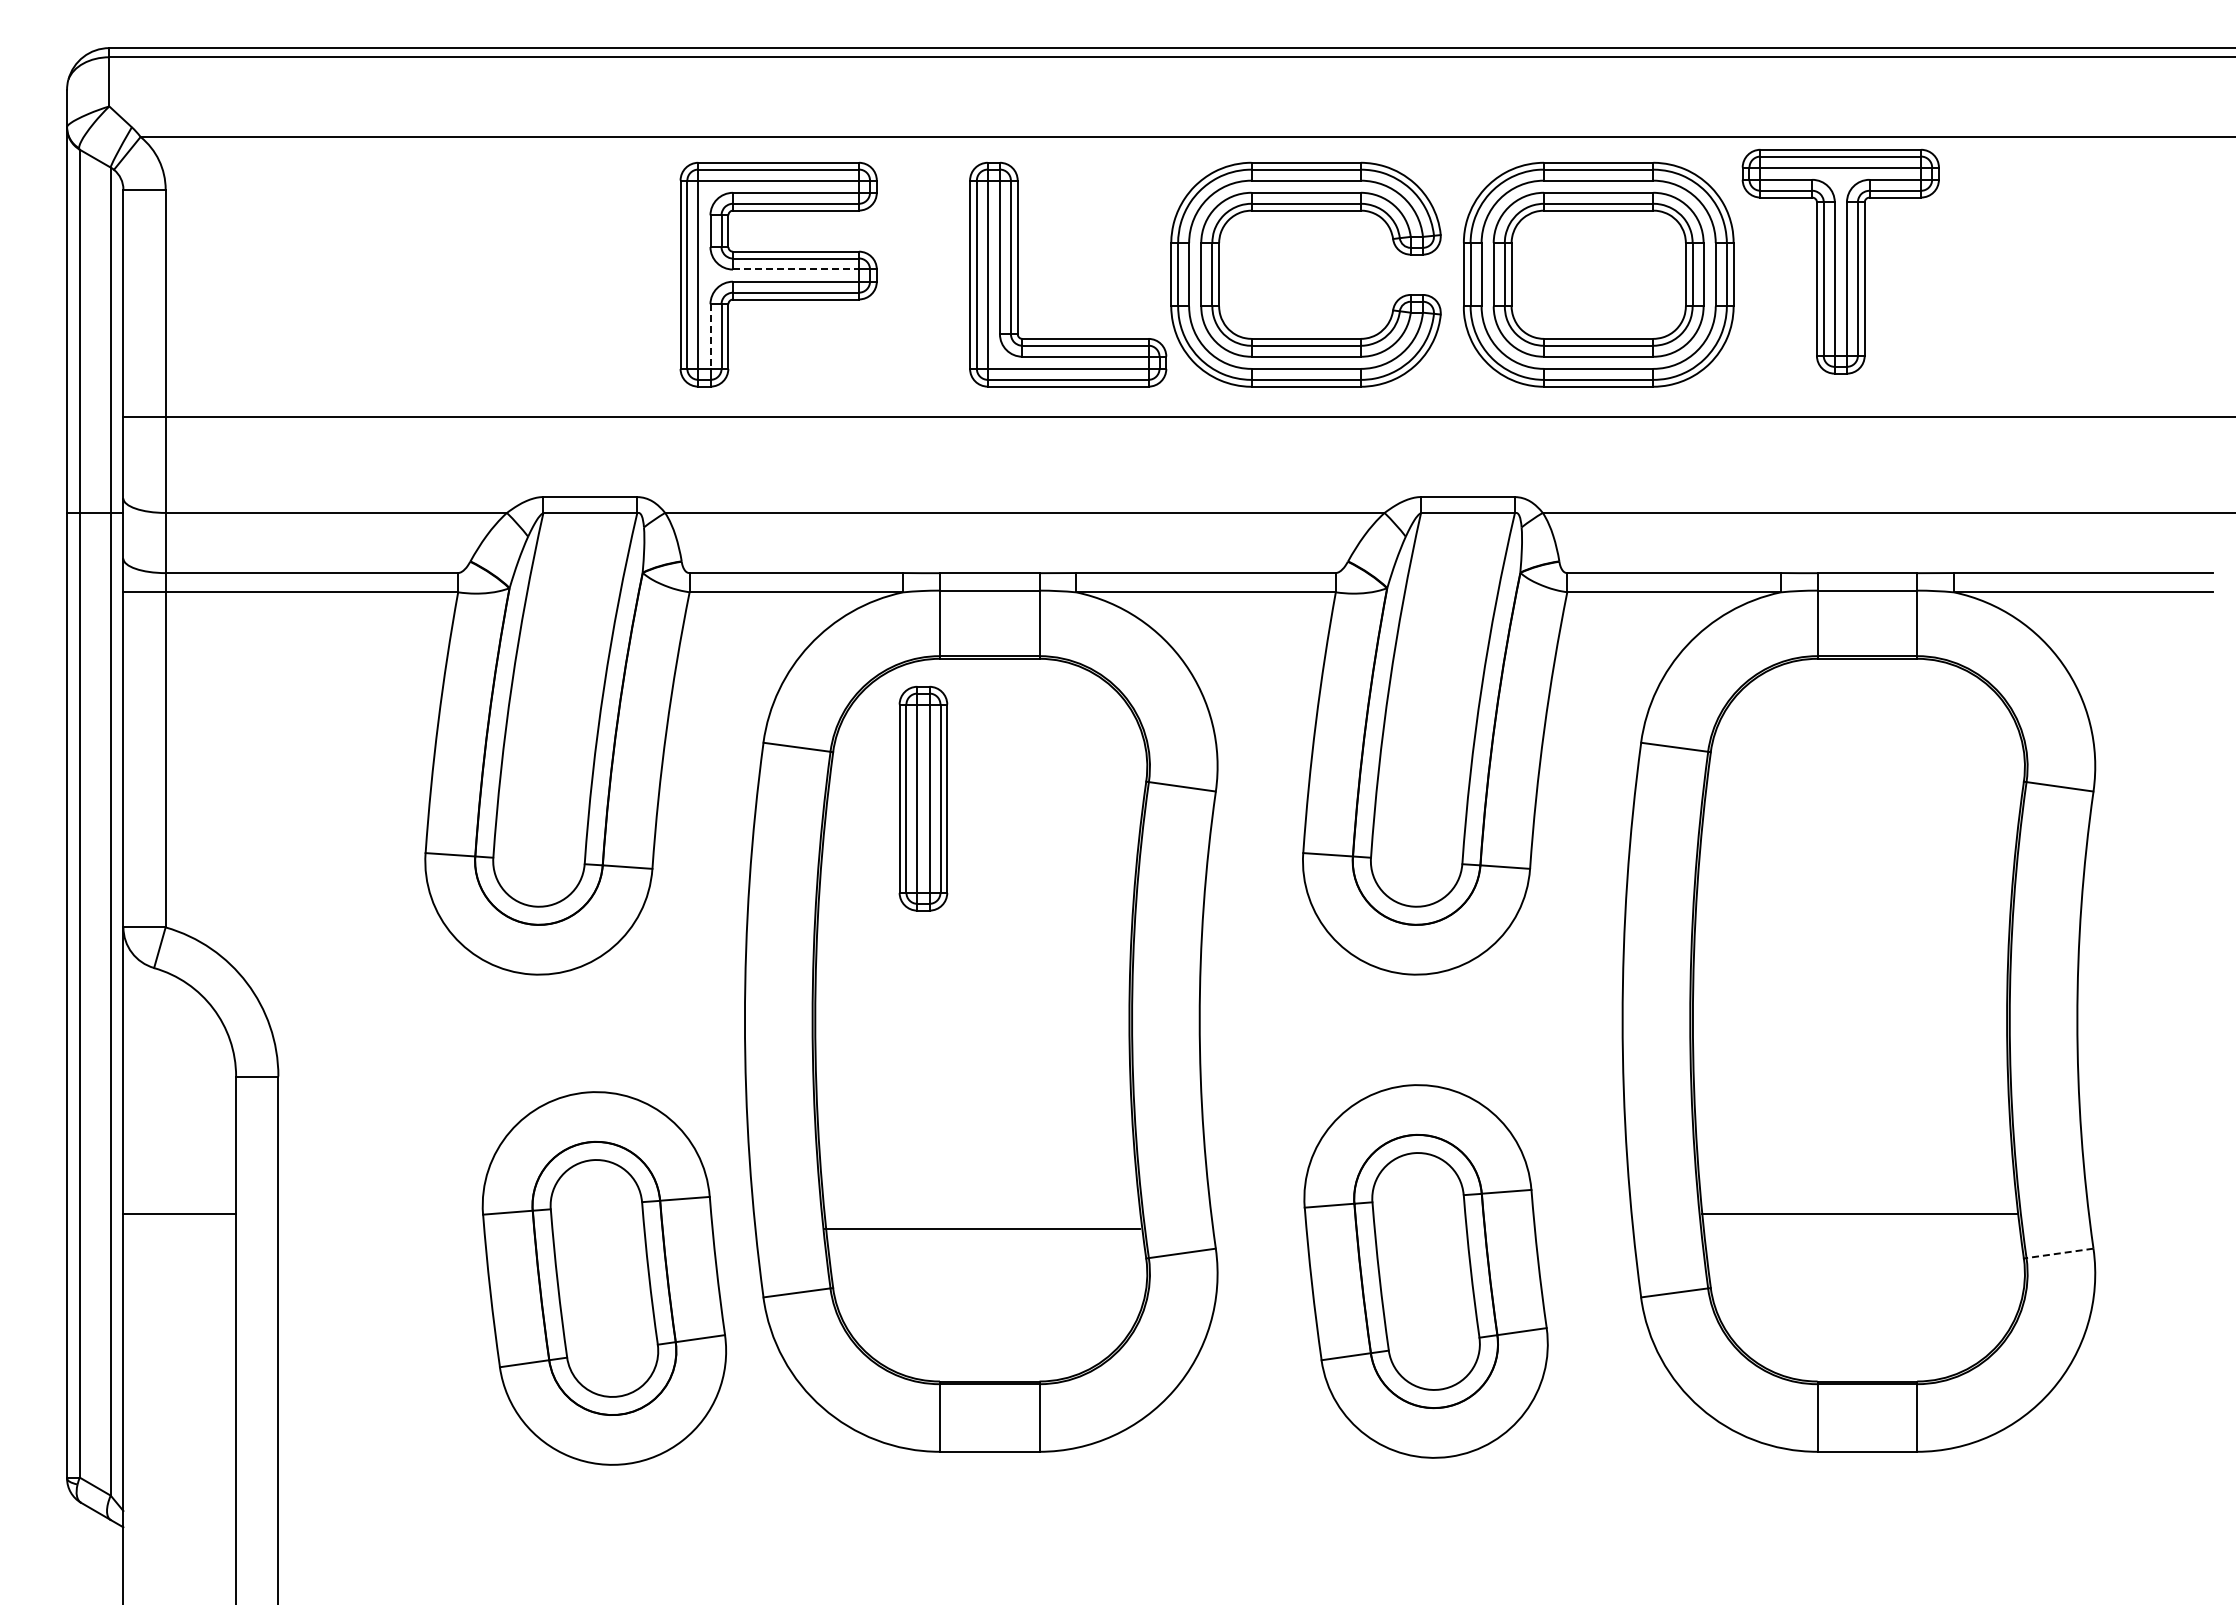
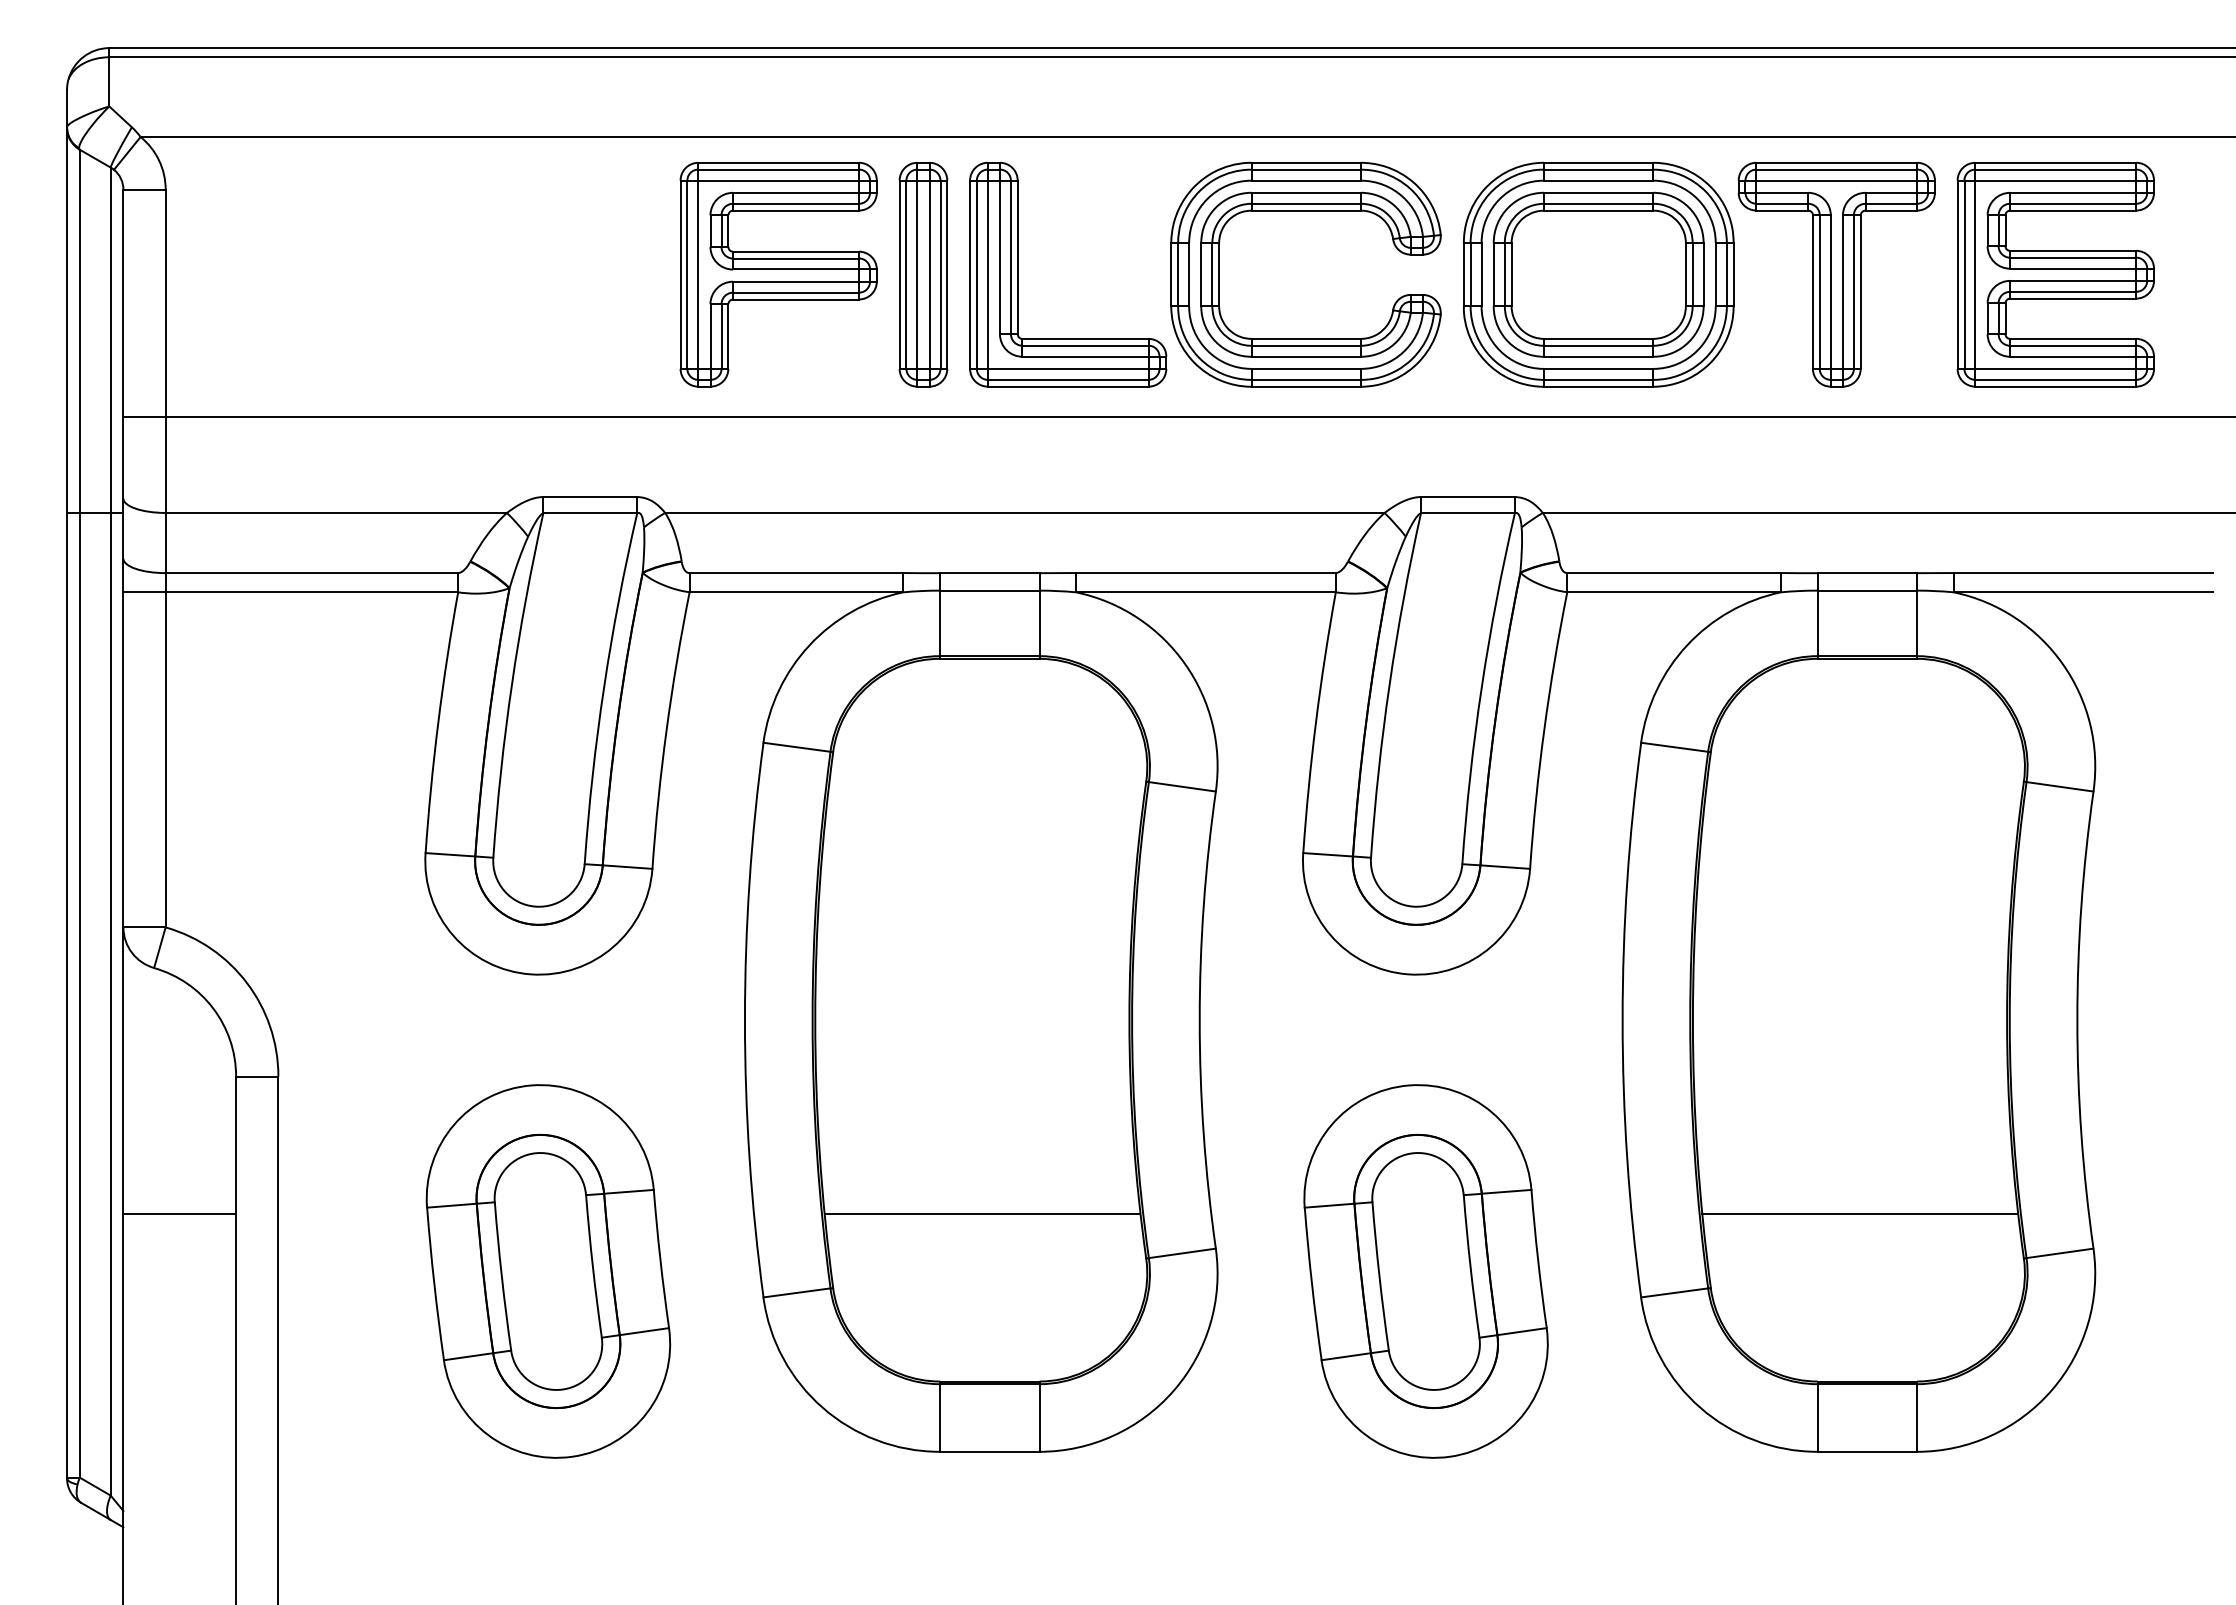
part at (1840, 261) position: (1840, 261) -> (1836, 274)
line at (796, 269): dashed -> solid
part at (2055, 274): none -> present
line at (710, 337): dashed -> solid
part at (923, 798) position: (923, 798) -> (923, 274)
line at (982, 1228) position: (982, 1228) -> (982, 1213)
line at (2059, 1253): dashed -> solid
part at (604, 1278) position: (604, 1278) -> (548, 1271)
